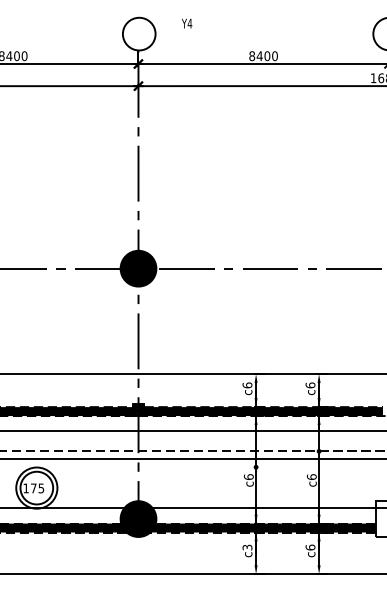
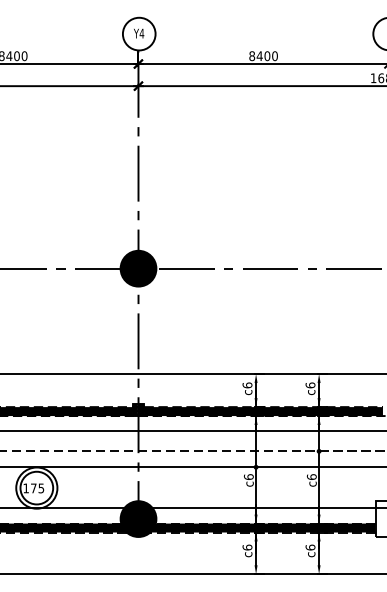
text at (187, 23) position: (187, 23) -> (139, 33)
line at (192, 459) position: (192, 459) -> (192, 467)
text at (247, 547): c3 -> c6
